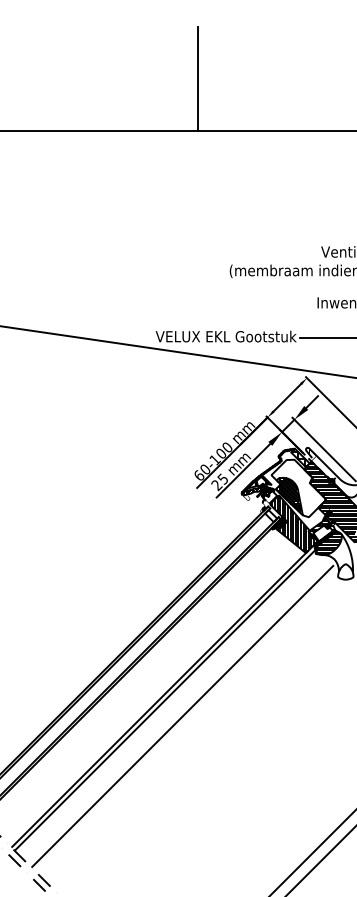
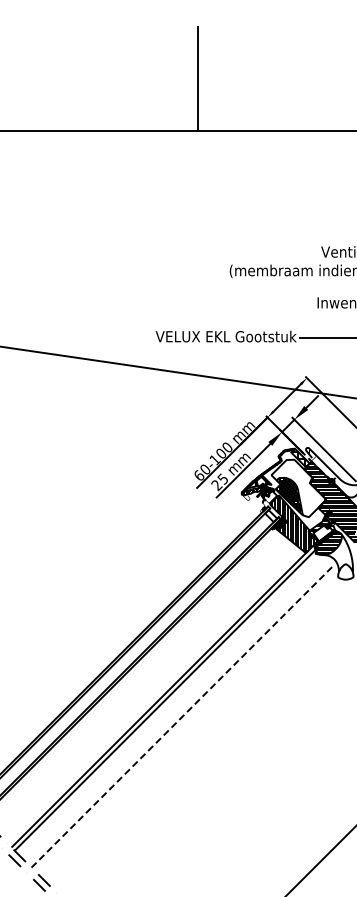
line at (177, 351) position: (177, 351) -> (177, 372)
line at (182, 716): solid -> dashed
line at (312, 852): present -> none
